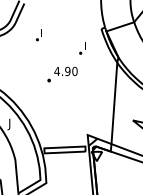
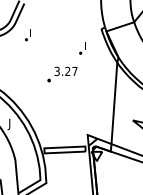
part at (38, 35) position: (38, 35) -> (27, 35)
text at (65, 71): 4.90 -> 3.27
